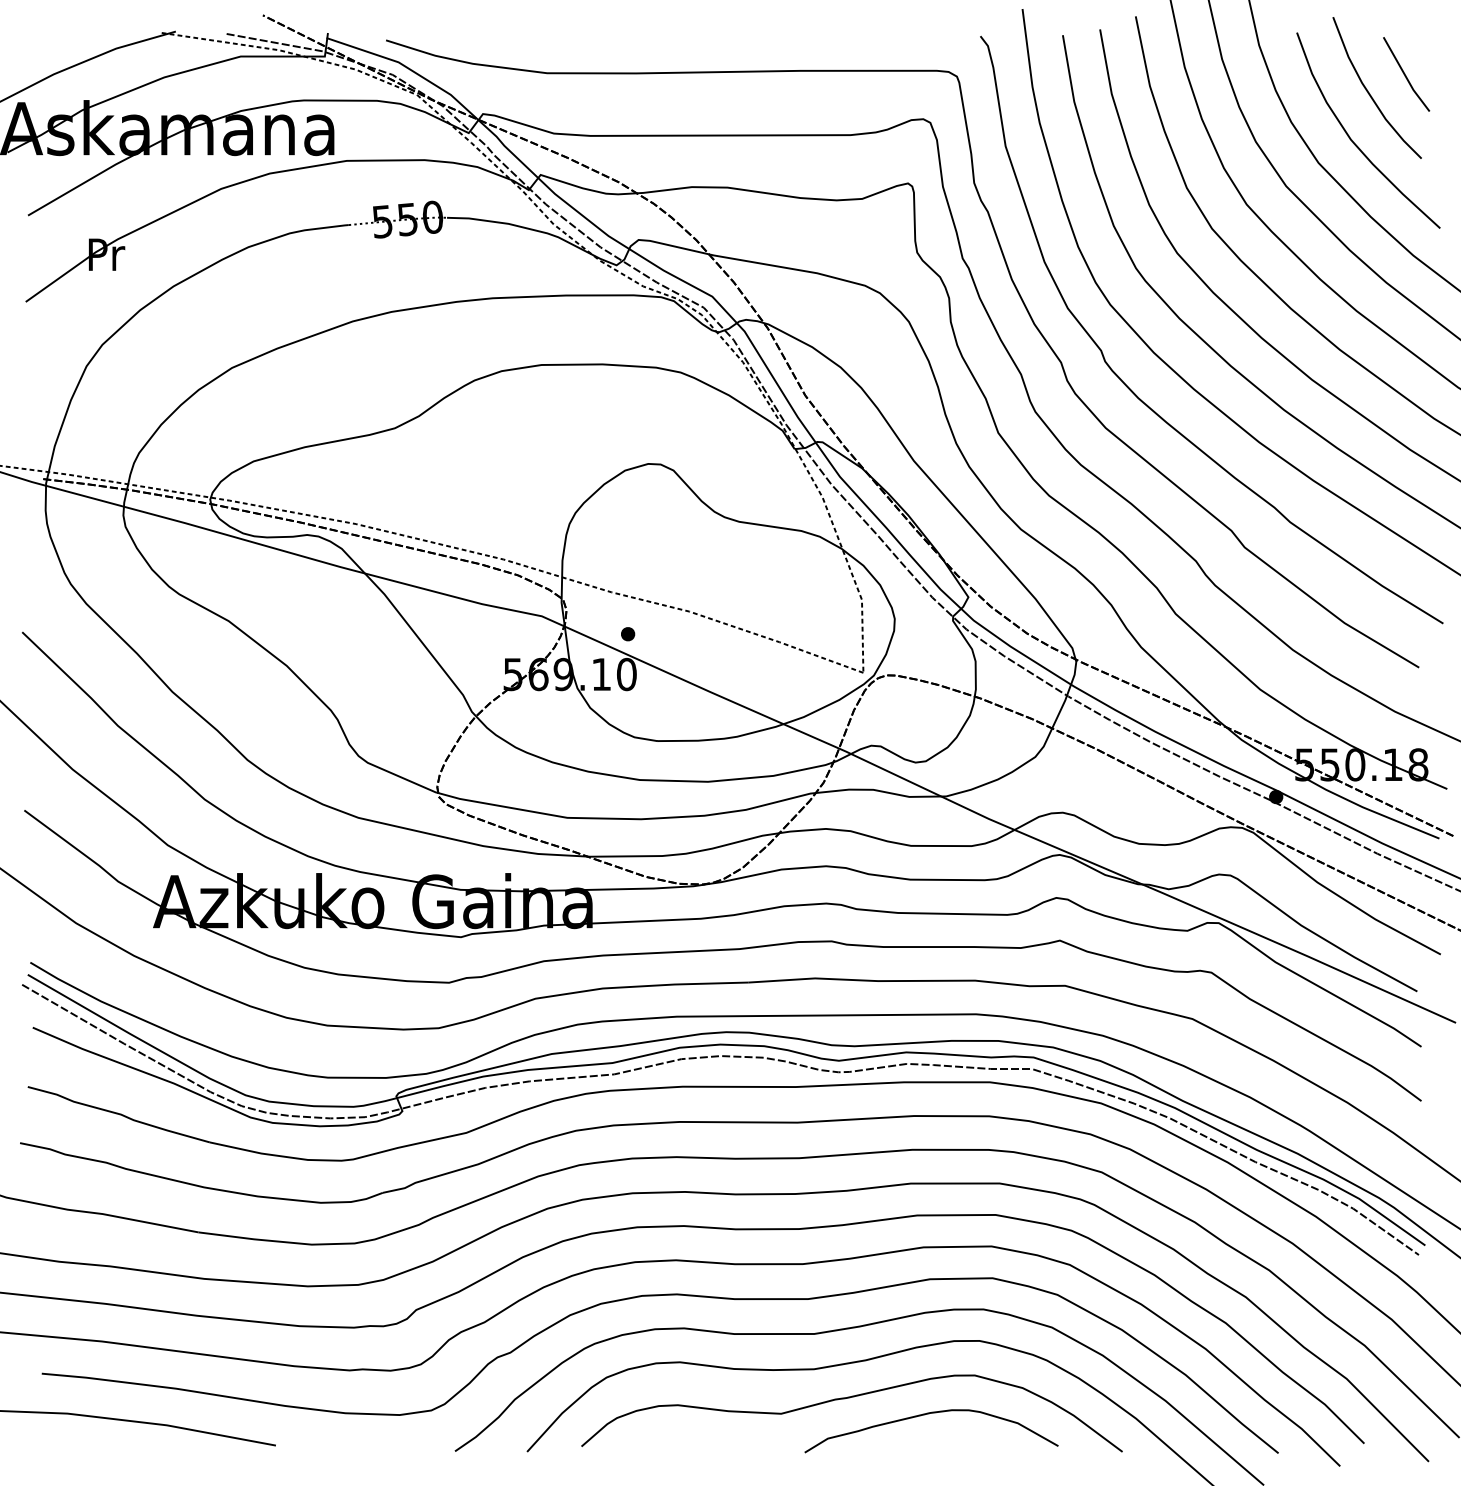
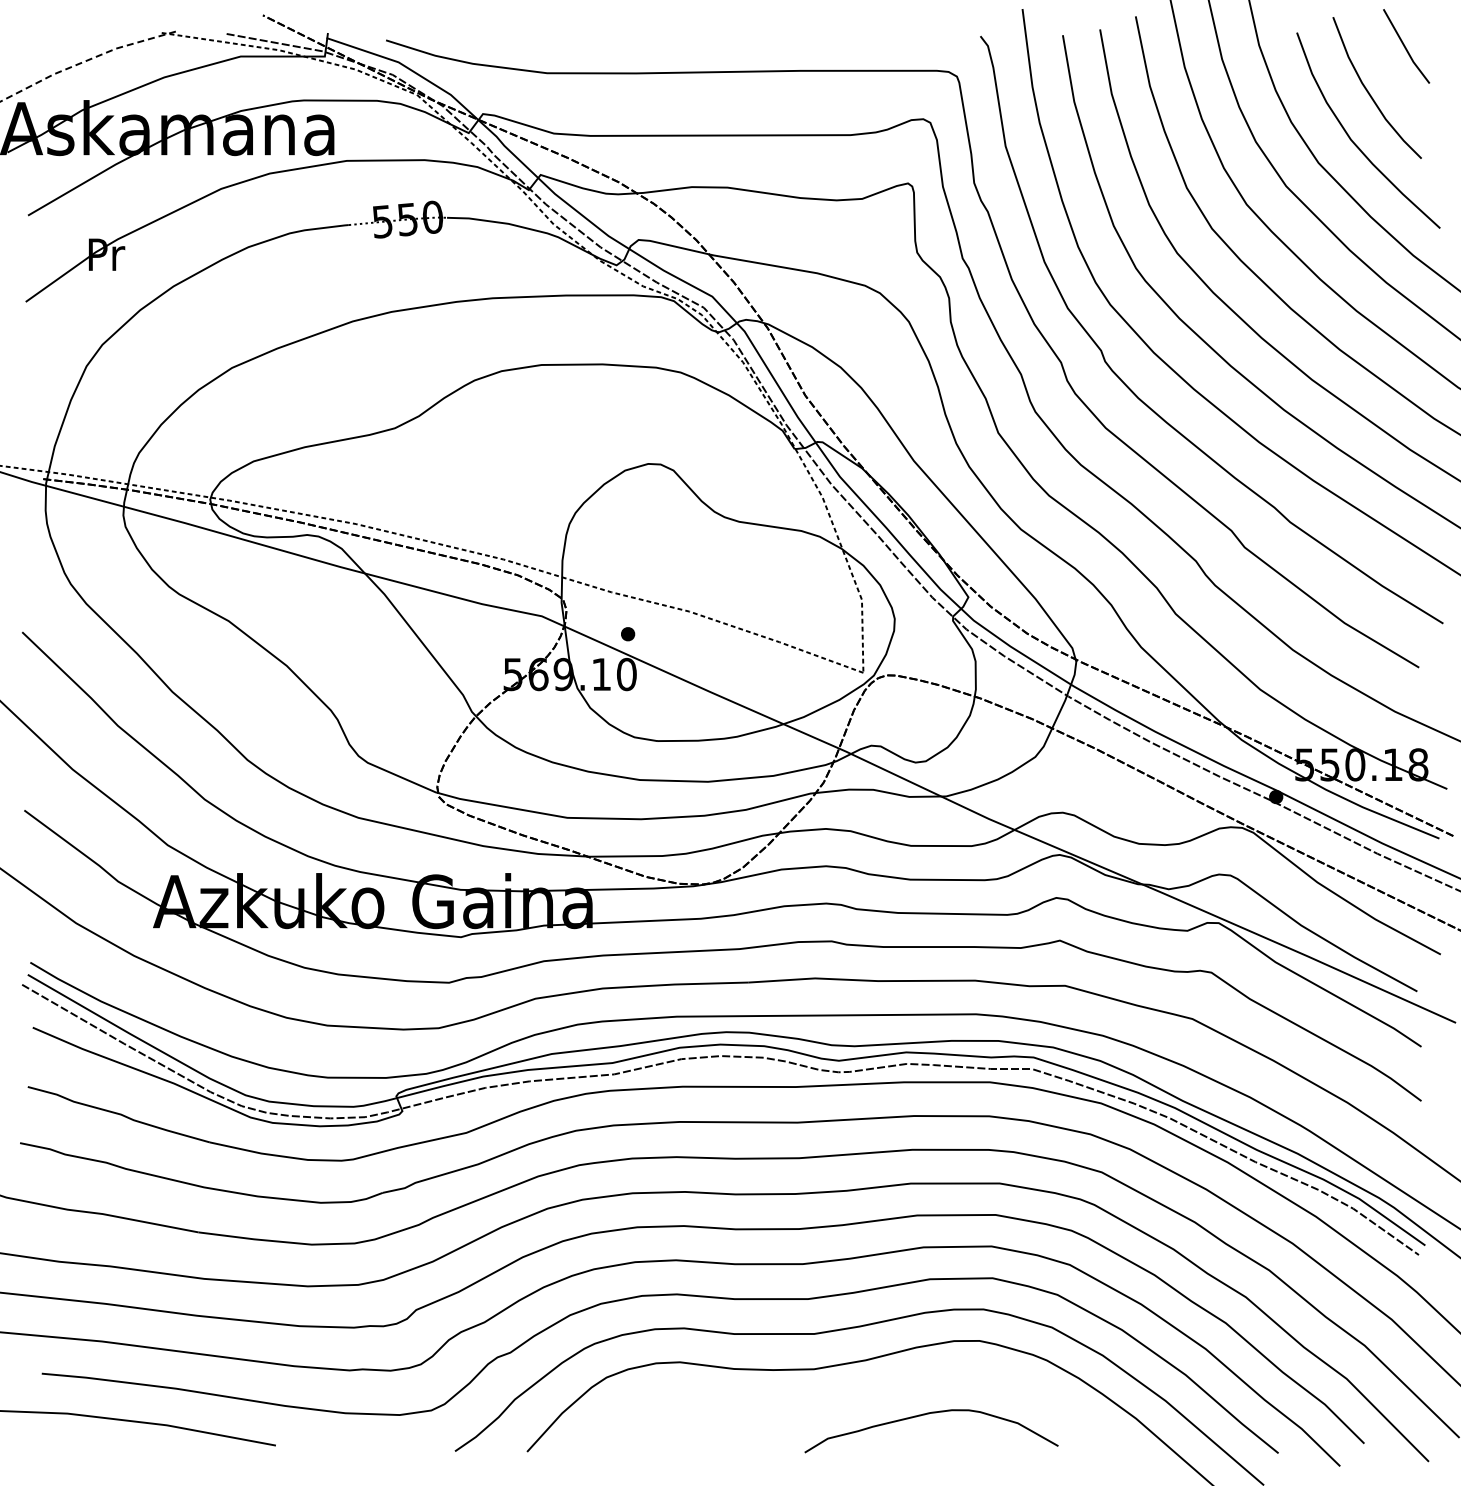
line at (85, 61): solid -> dashed
line at (1405, 74) position: (1405, 74) -> (1405, 46)
curve at (849, 1398): present -> none
